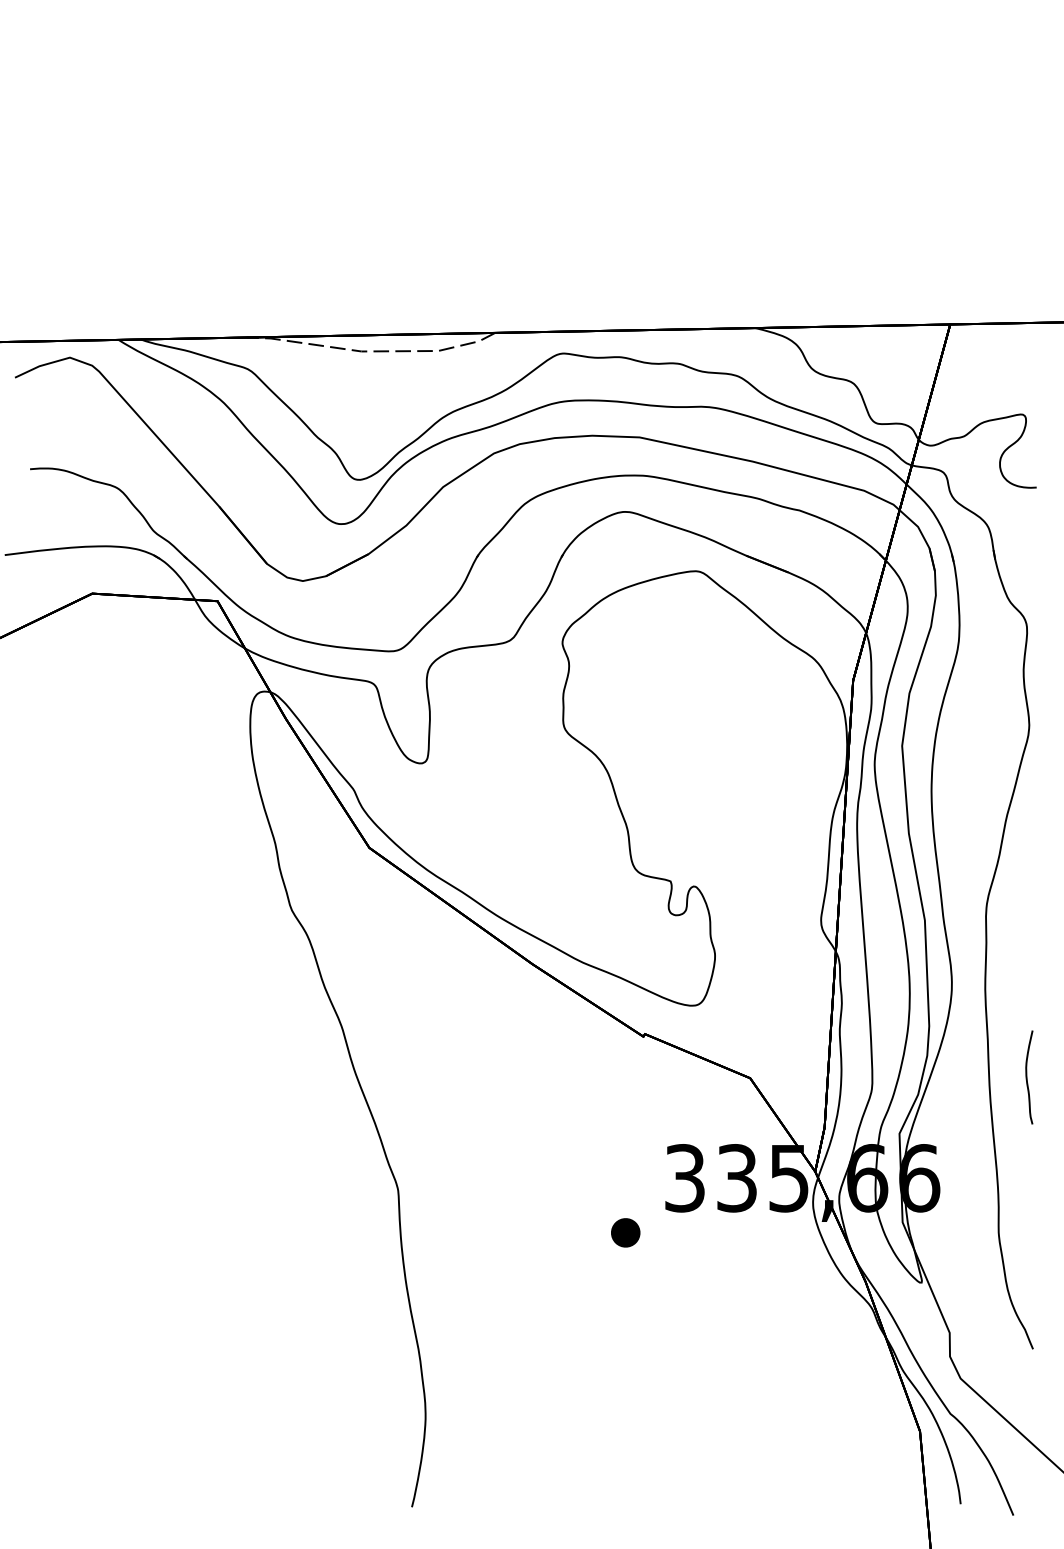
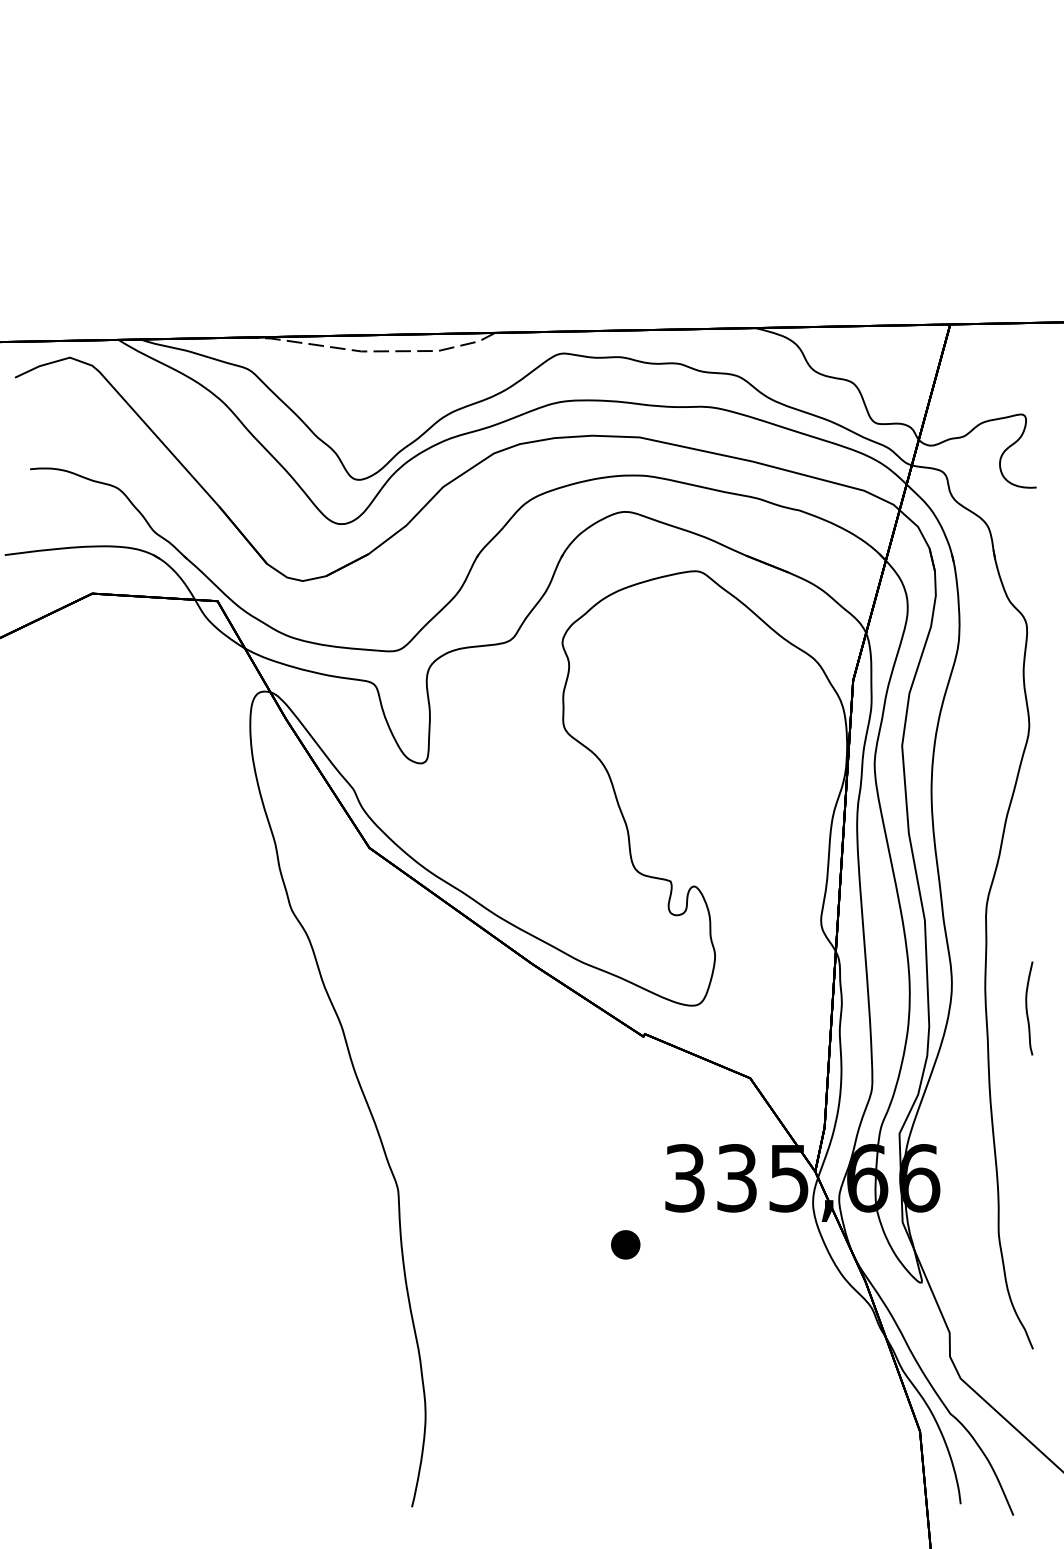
curve at (1027, 1077) position: (1027, 1077) -> (1027, 1008)
part at (625, 1232) position: (625, 1232) -> (625, 1244)
